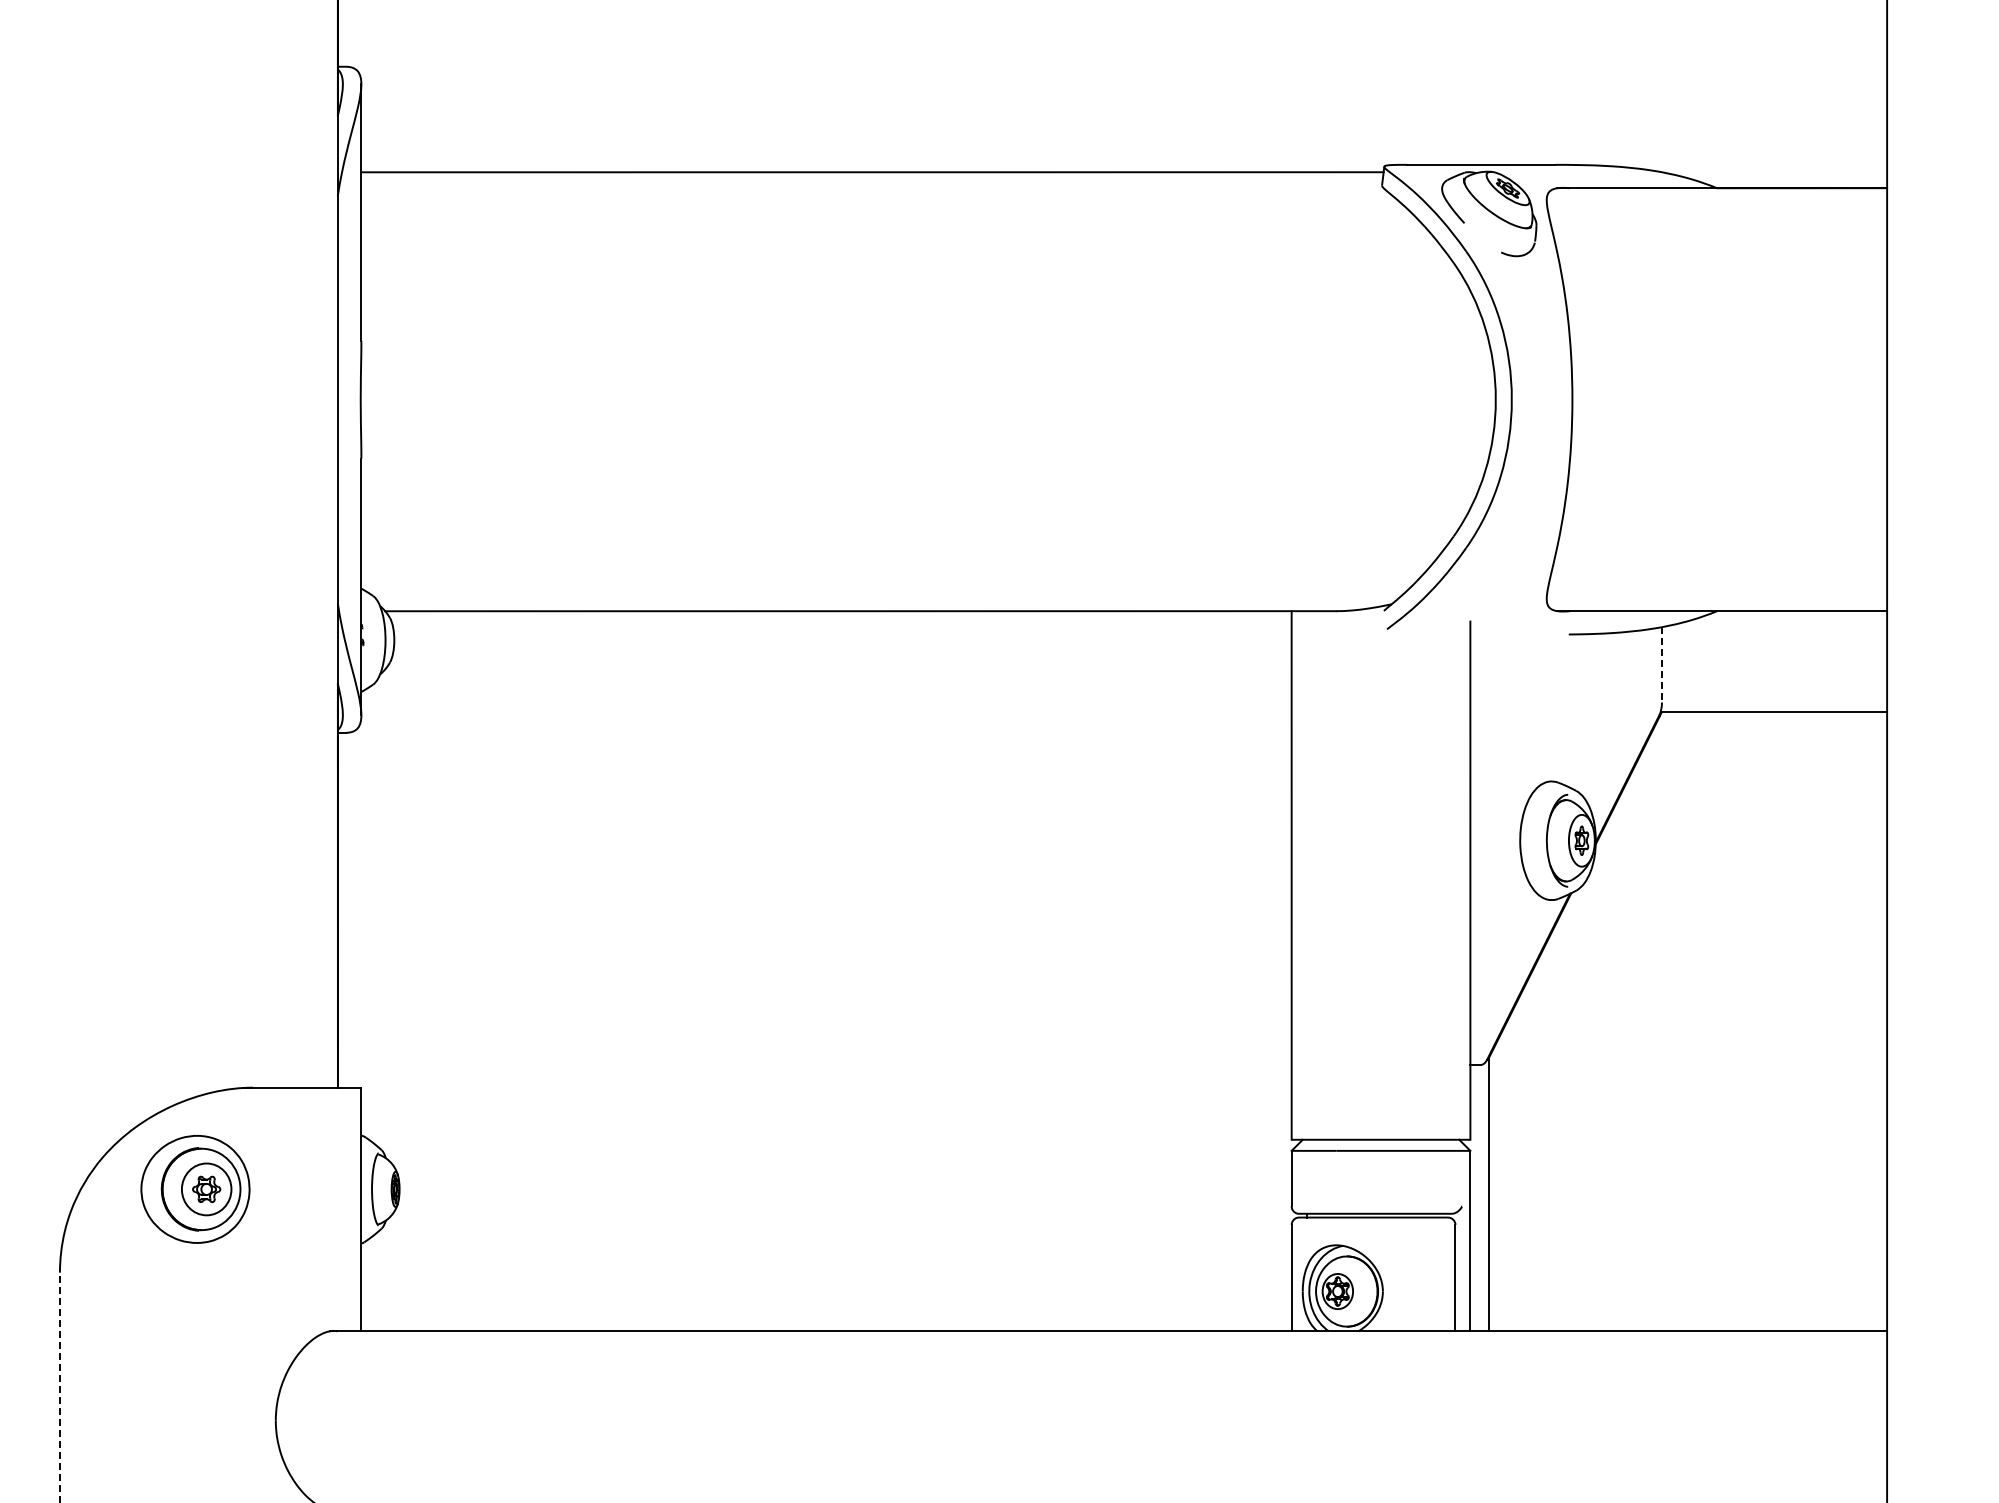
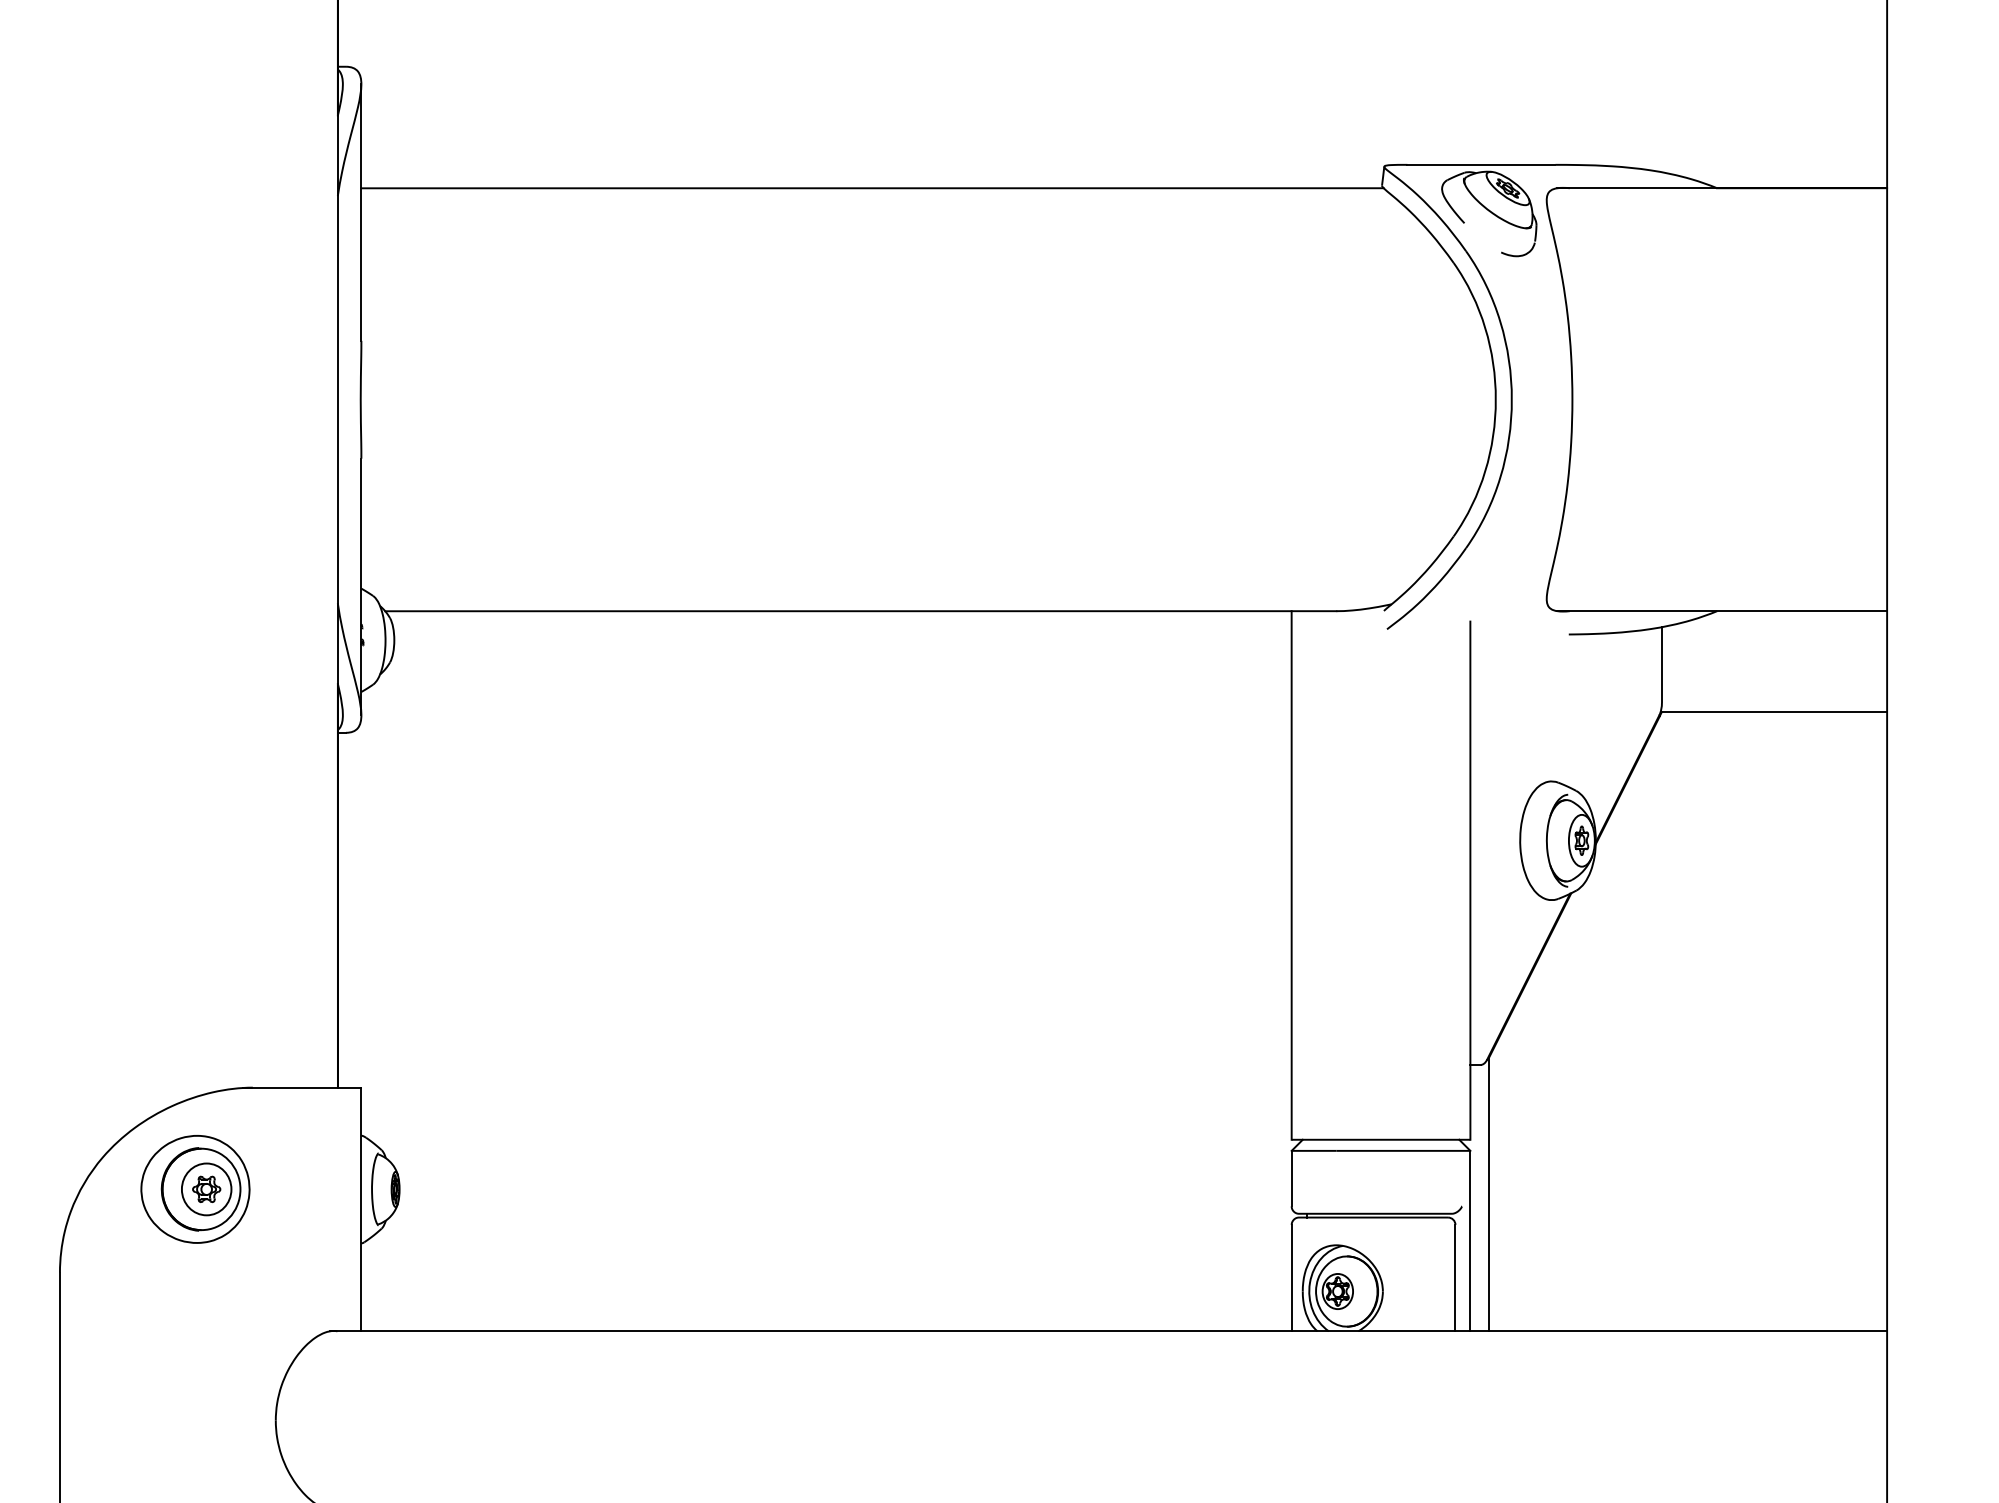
line at (872, 172) position: (872, 172) -> (872, 188)
line at (1661, 664): dashed -> solid
line at (59, 1387): dashed -> solid
